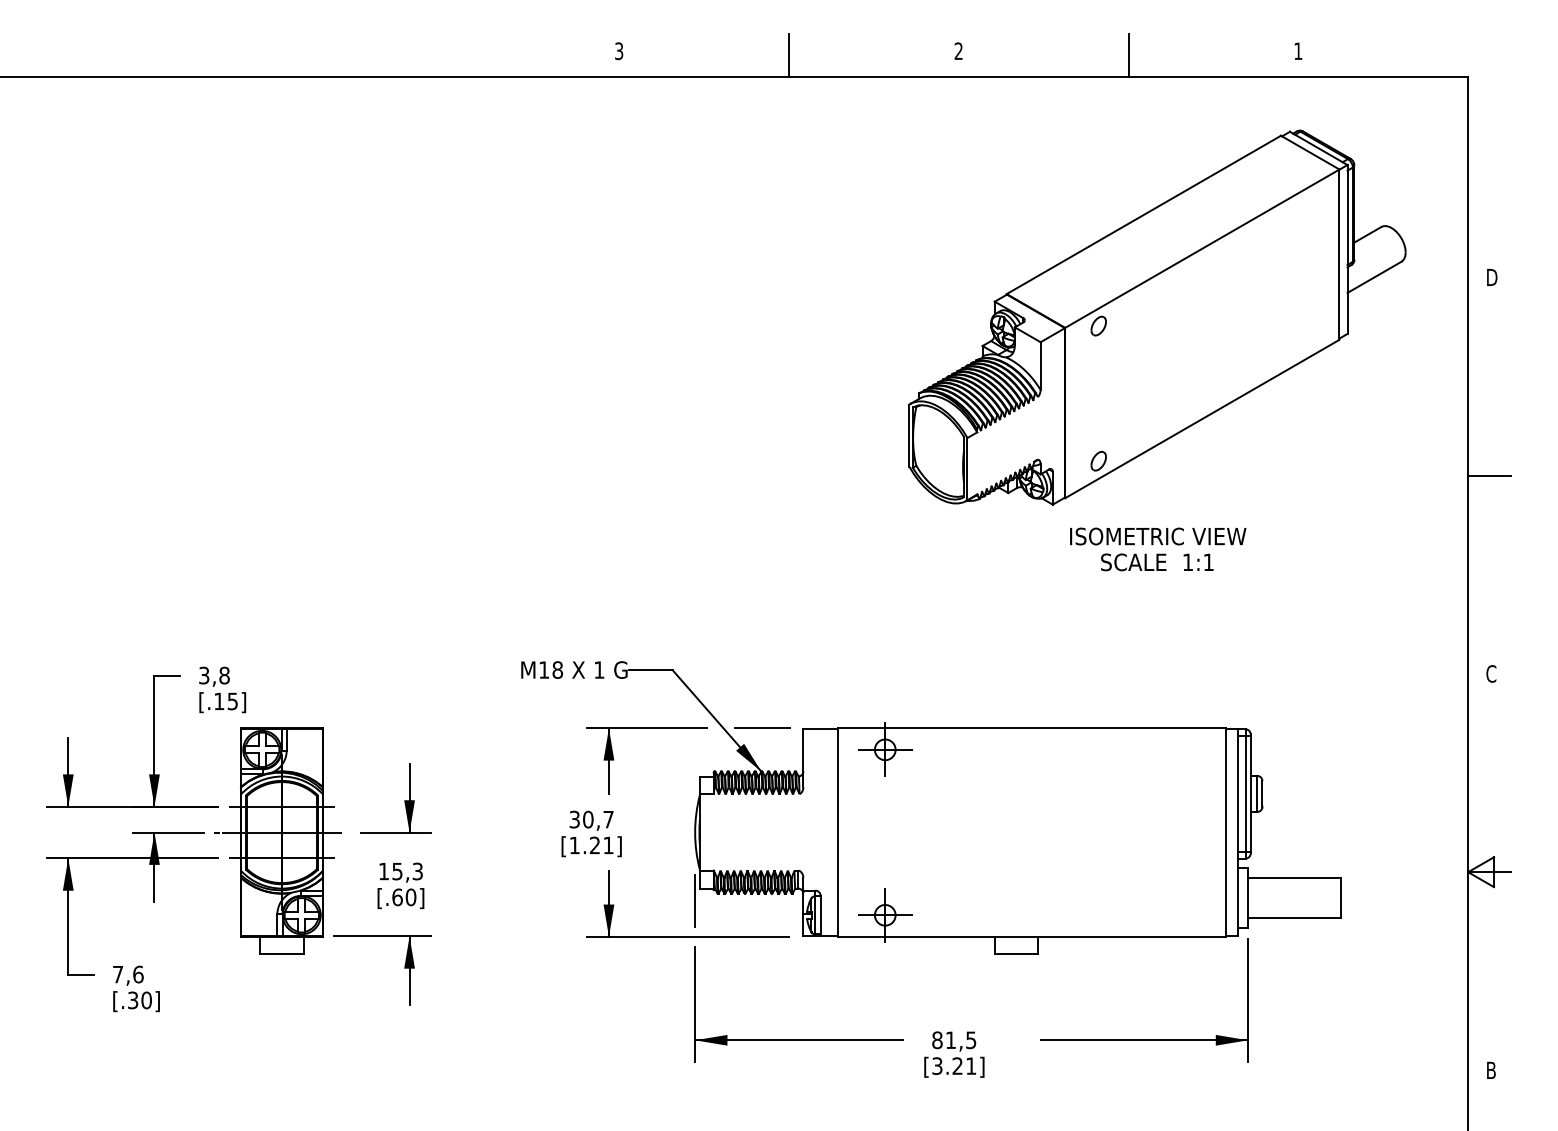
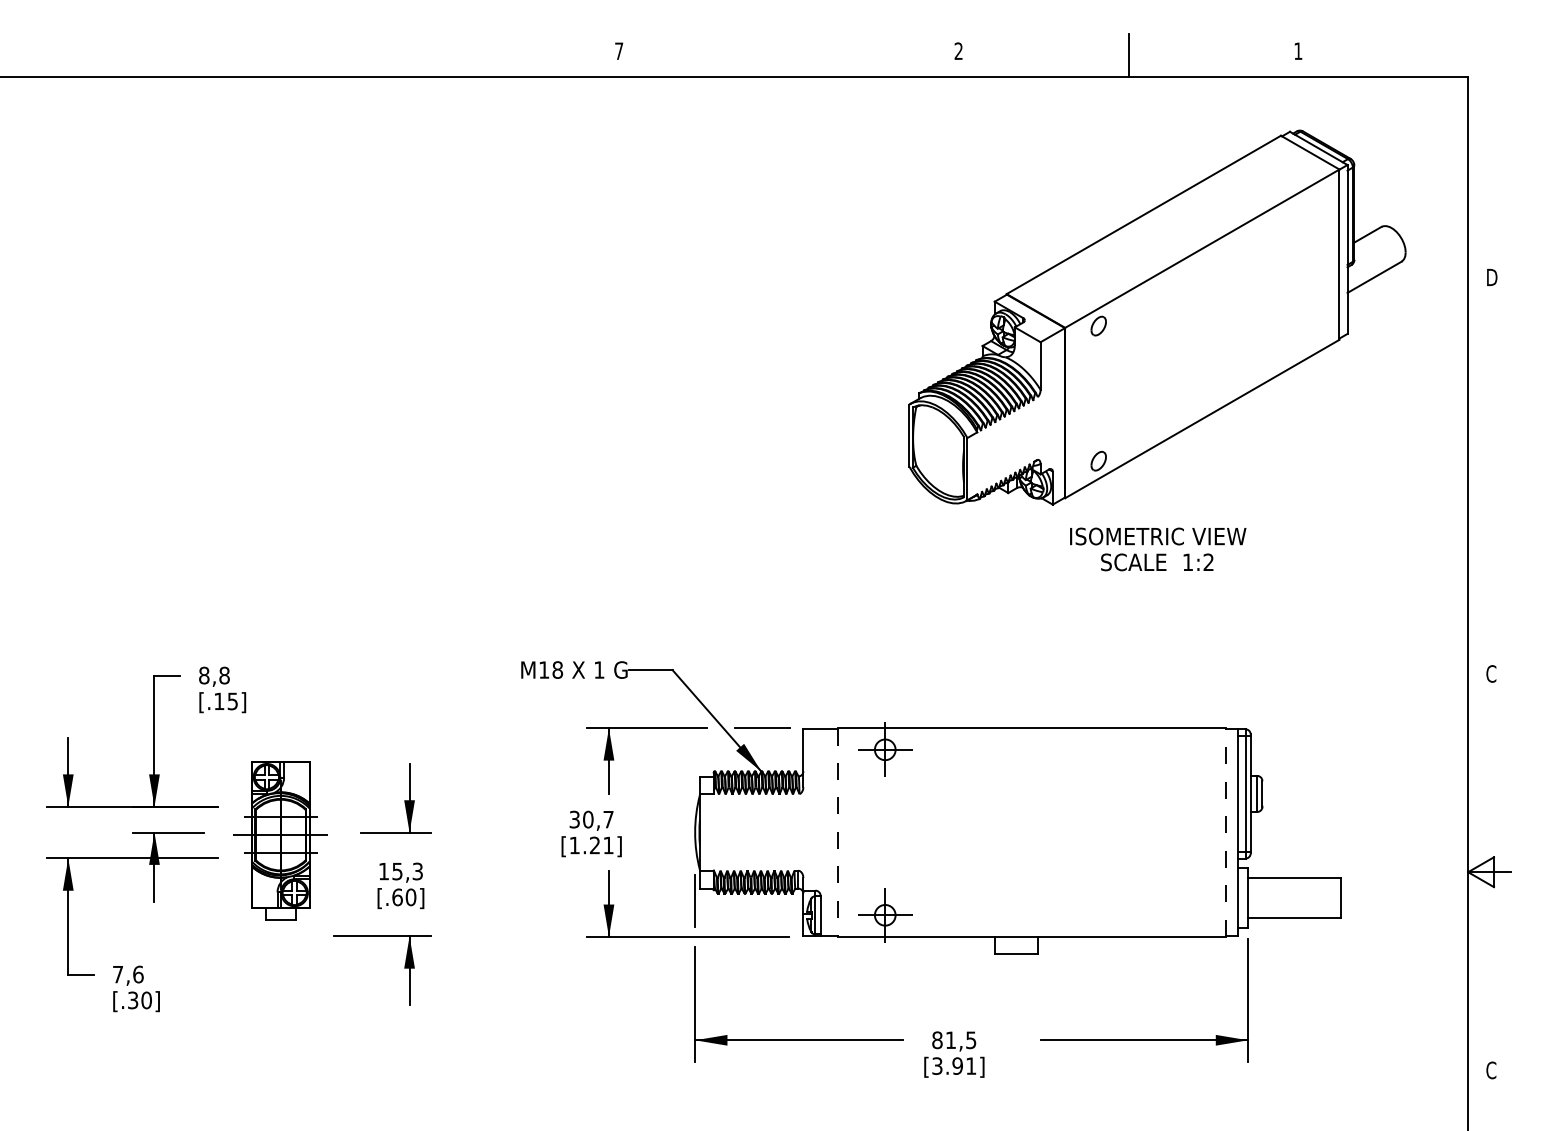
text at (619, 51): 3 -> 7
line at (789, 55): present -> none
line at (1489, 475): present -> none
text at (1208, 561): 1:1 -> 1:2
text at (204, 675): 3,8 -> 8,8
line at (1225, 832): solid -> dashed
line at (837, 833): solid -> dashed
part at (277, 840) size: 128x228 px -> 95x160 px
text at (957, 1065): [3.21] -> [3.91]
text at (1491, 1070): B -> C
